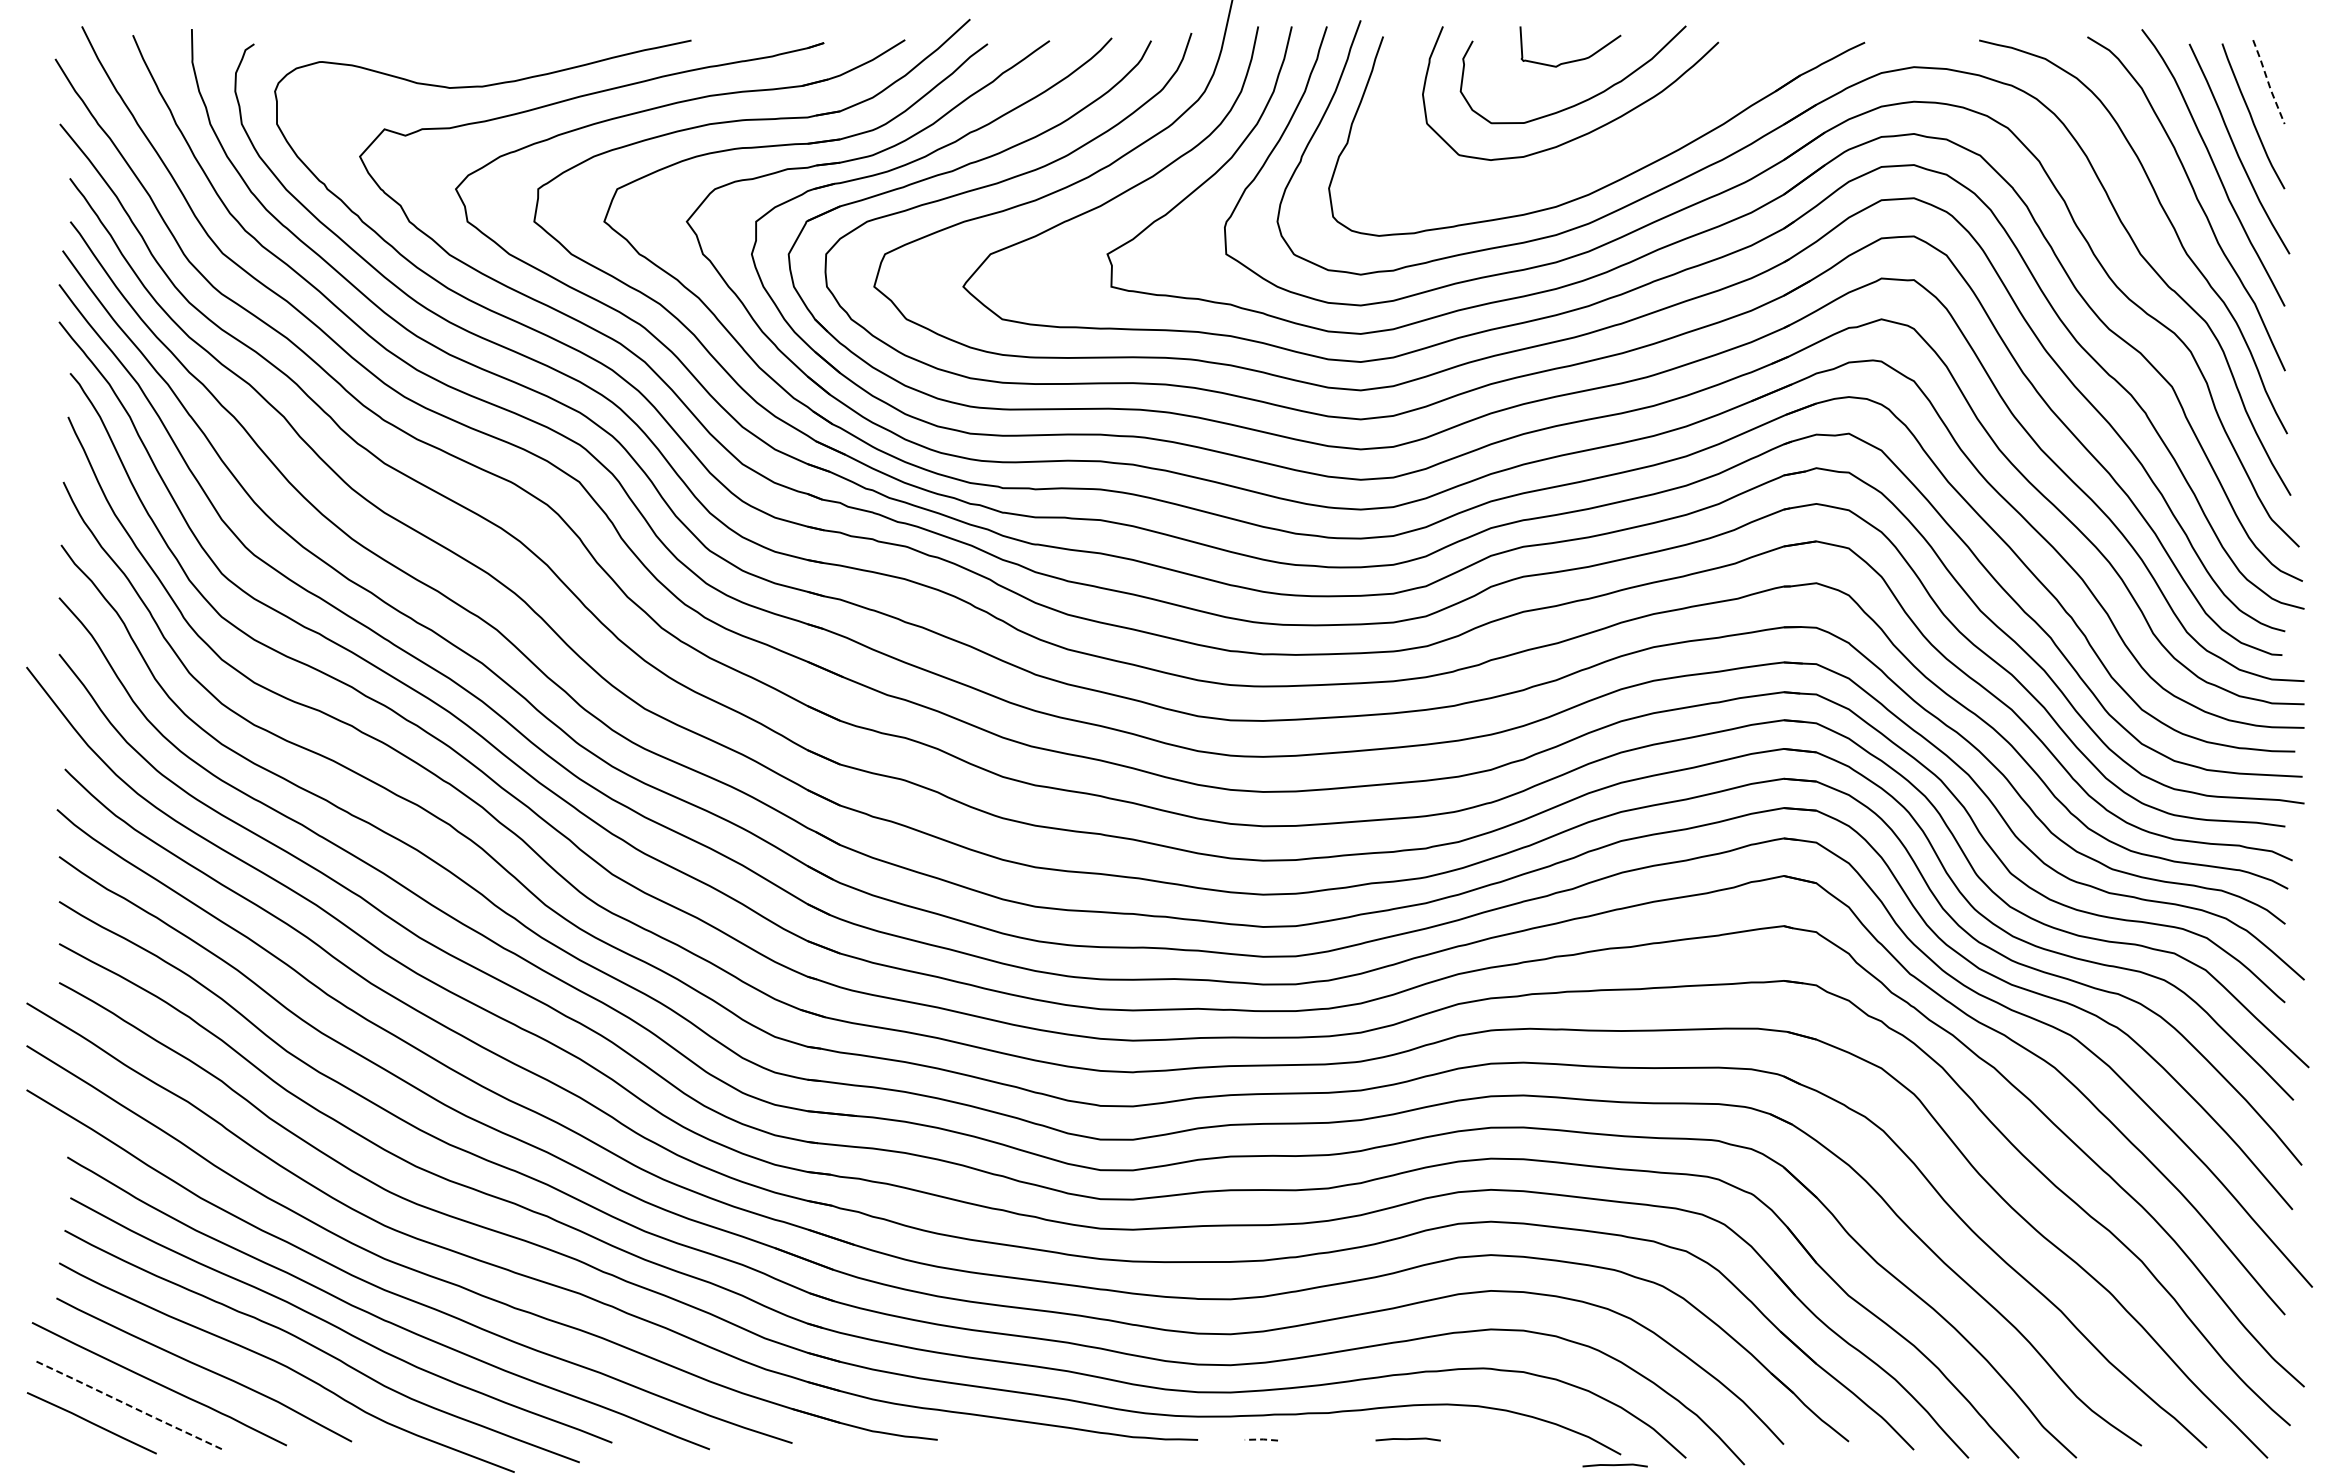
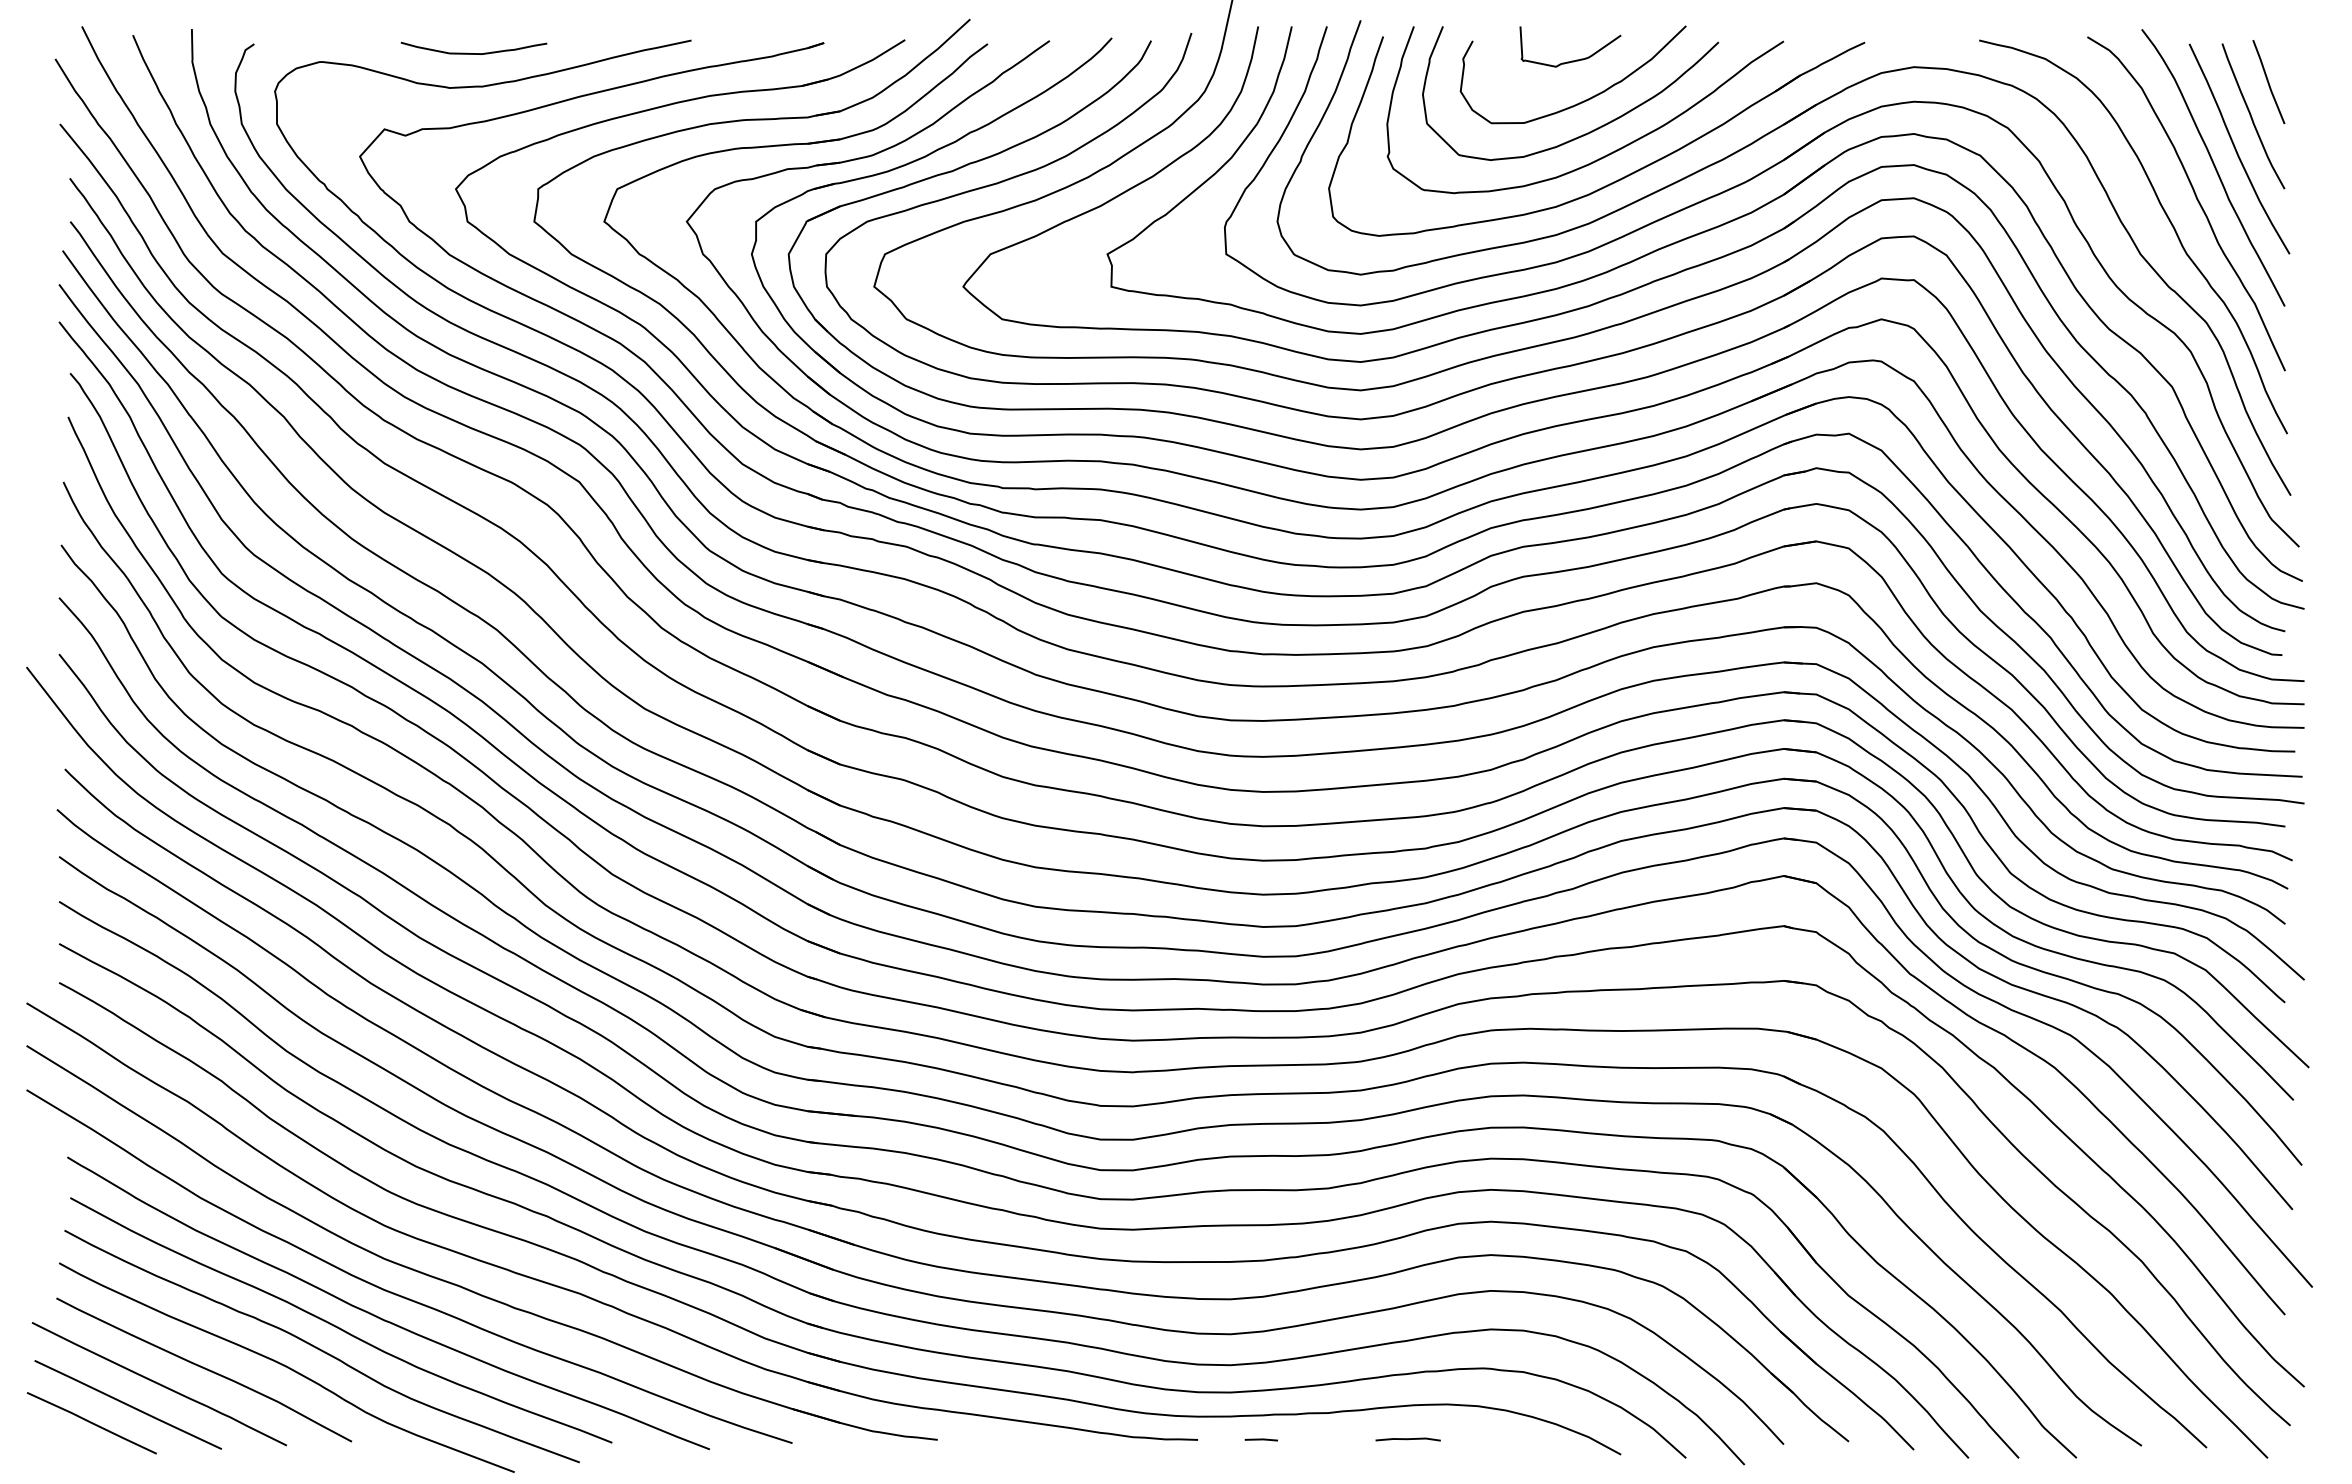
curve at (473, 53): none -> present
line at (2268, 82): dashed -> solid
curve at (1606, 154): none -> present
line at (128, 1405): dashed -> solid
line at (1261, 1439): dashed -> solid
line at (1614, 1465): present -> none
